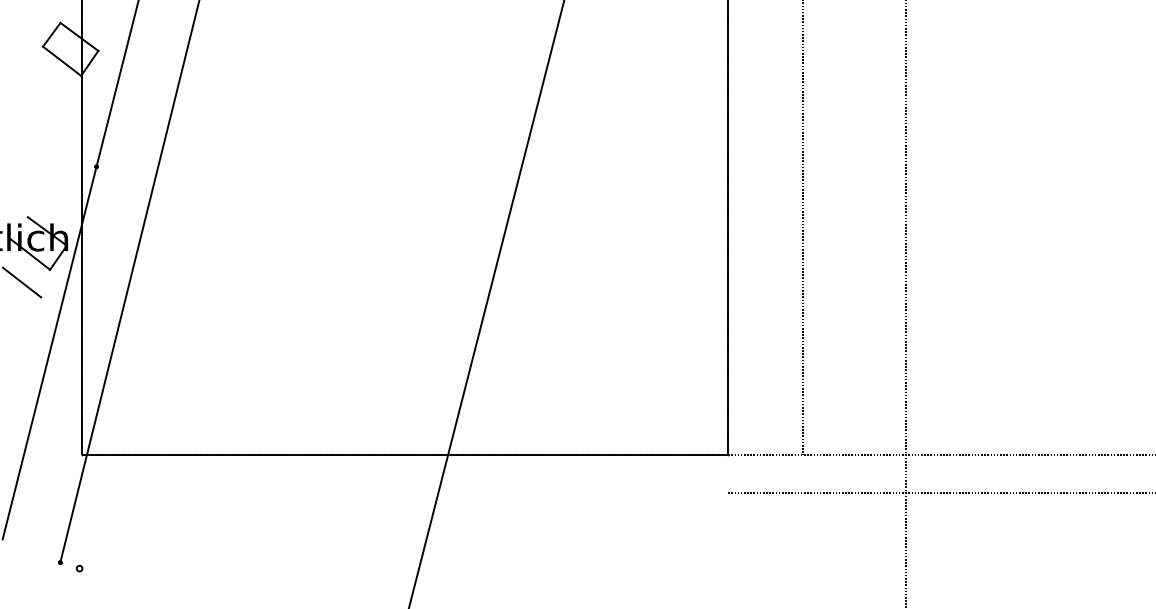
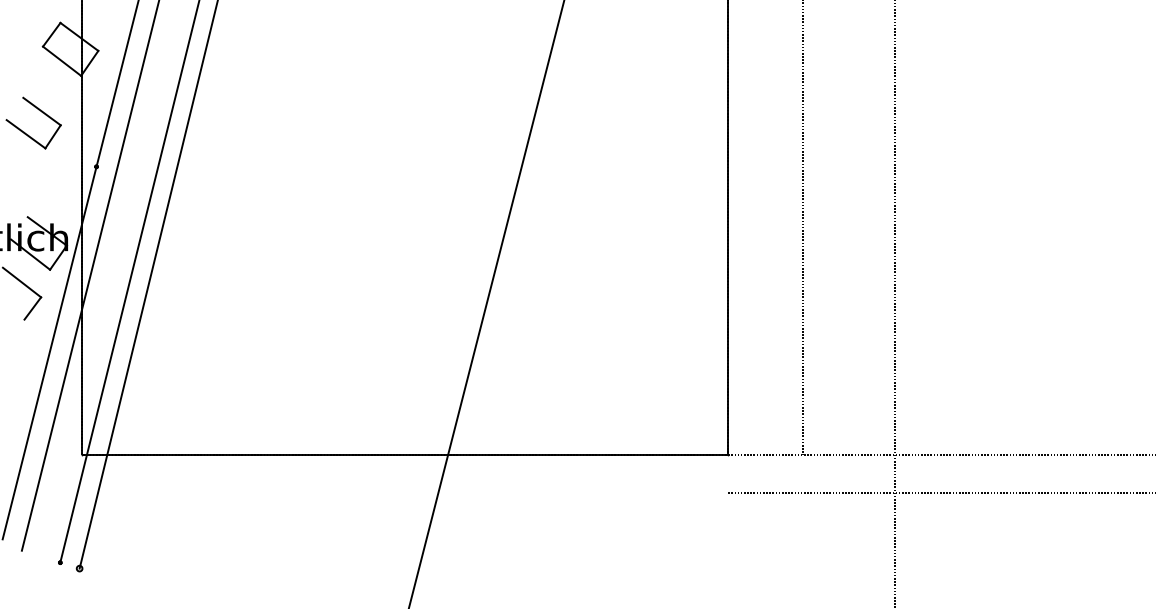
part at (42, 113): none -> present
line at (89, 276): none -> present
line at (148, 285): none -> present
line at (906, 303) position: (906, 303) -> (895, 303)
line at (32, 308): none -> present
